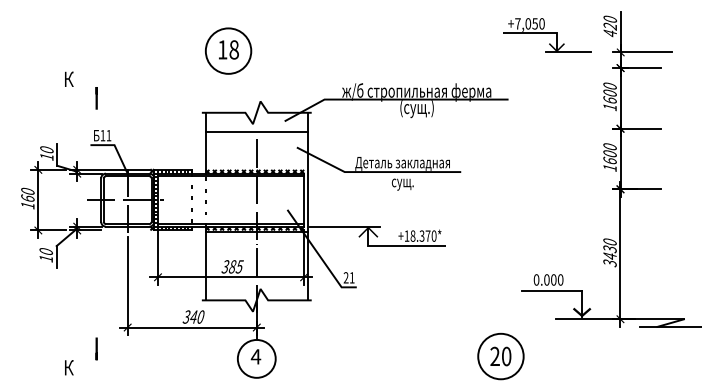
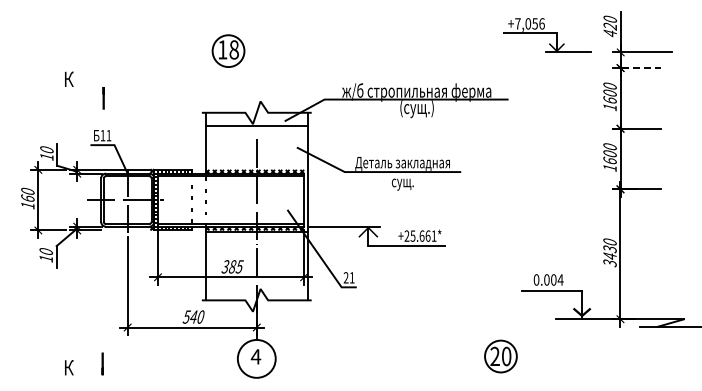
text at (541, 23): +7,050 -> +7,056
circle at (228, 50) diameter: 45 px -> 32 px
line at (641, 68): solid -> dashed
line at (96, 98) position: (96, 98) -> (103, 98)
line at (256, 131) position: (256, 131) -> (256, 125)
text at (420, 235): +18.370* -> +25.661*
text at (560, 279): 0.000 -> 0.004
text at (187, 316): 340 -> 540
line at (96, 348) position: (96, 348) -> (102, 363)
circle at (500, 356) diameter: 45 px -> 32 px
